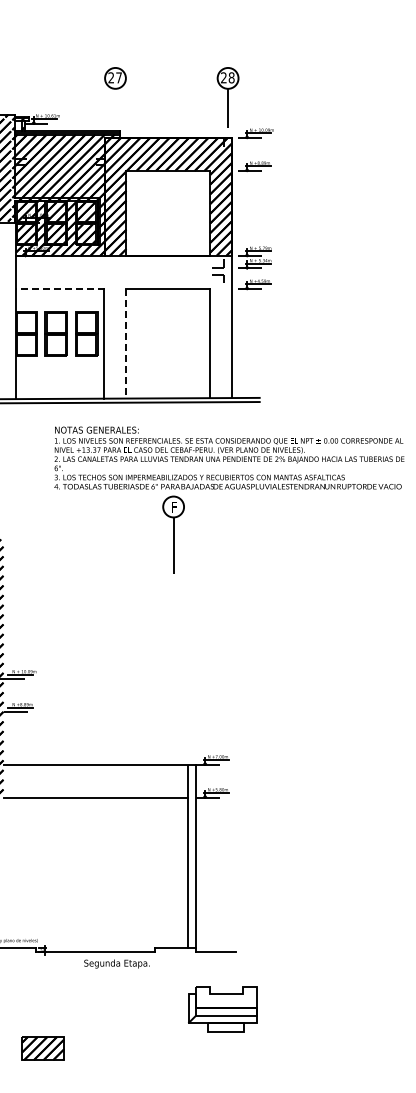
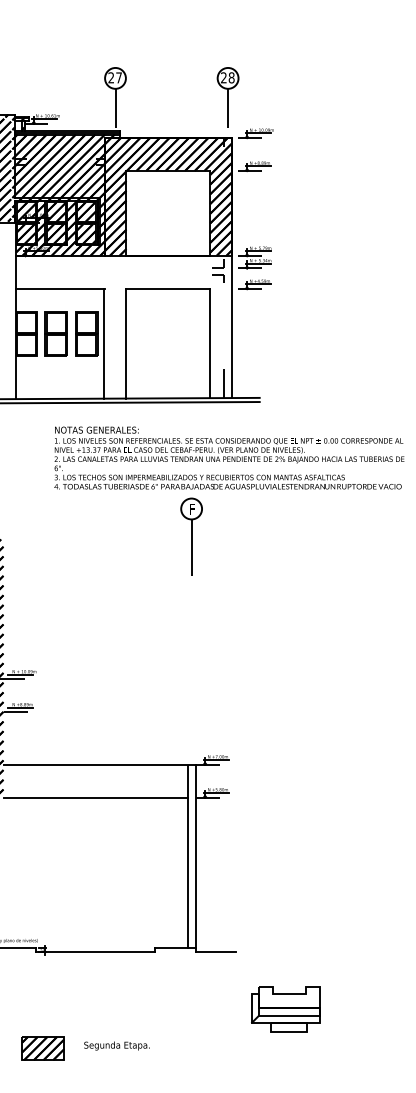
line at (115, 107): none -> present
line at (59, 289): dashed -> solid
line at (126, 343): dashed -> solid
line at (223, 383): none -> present
part at (173, 534) position: (173, 534) -> (191, 536)
text at (116, 963) position: (116, 963) -> (116, 1045)
part at (222, 1009) position: (222, 1009) -> (285, 1009)
